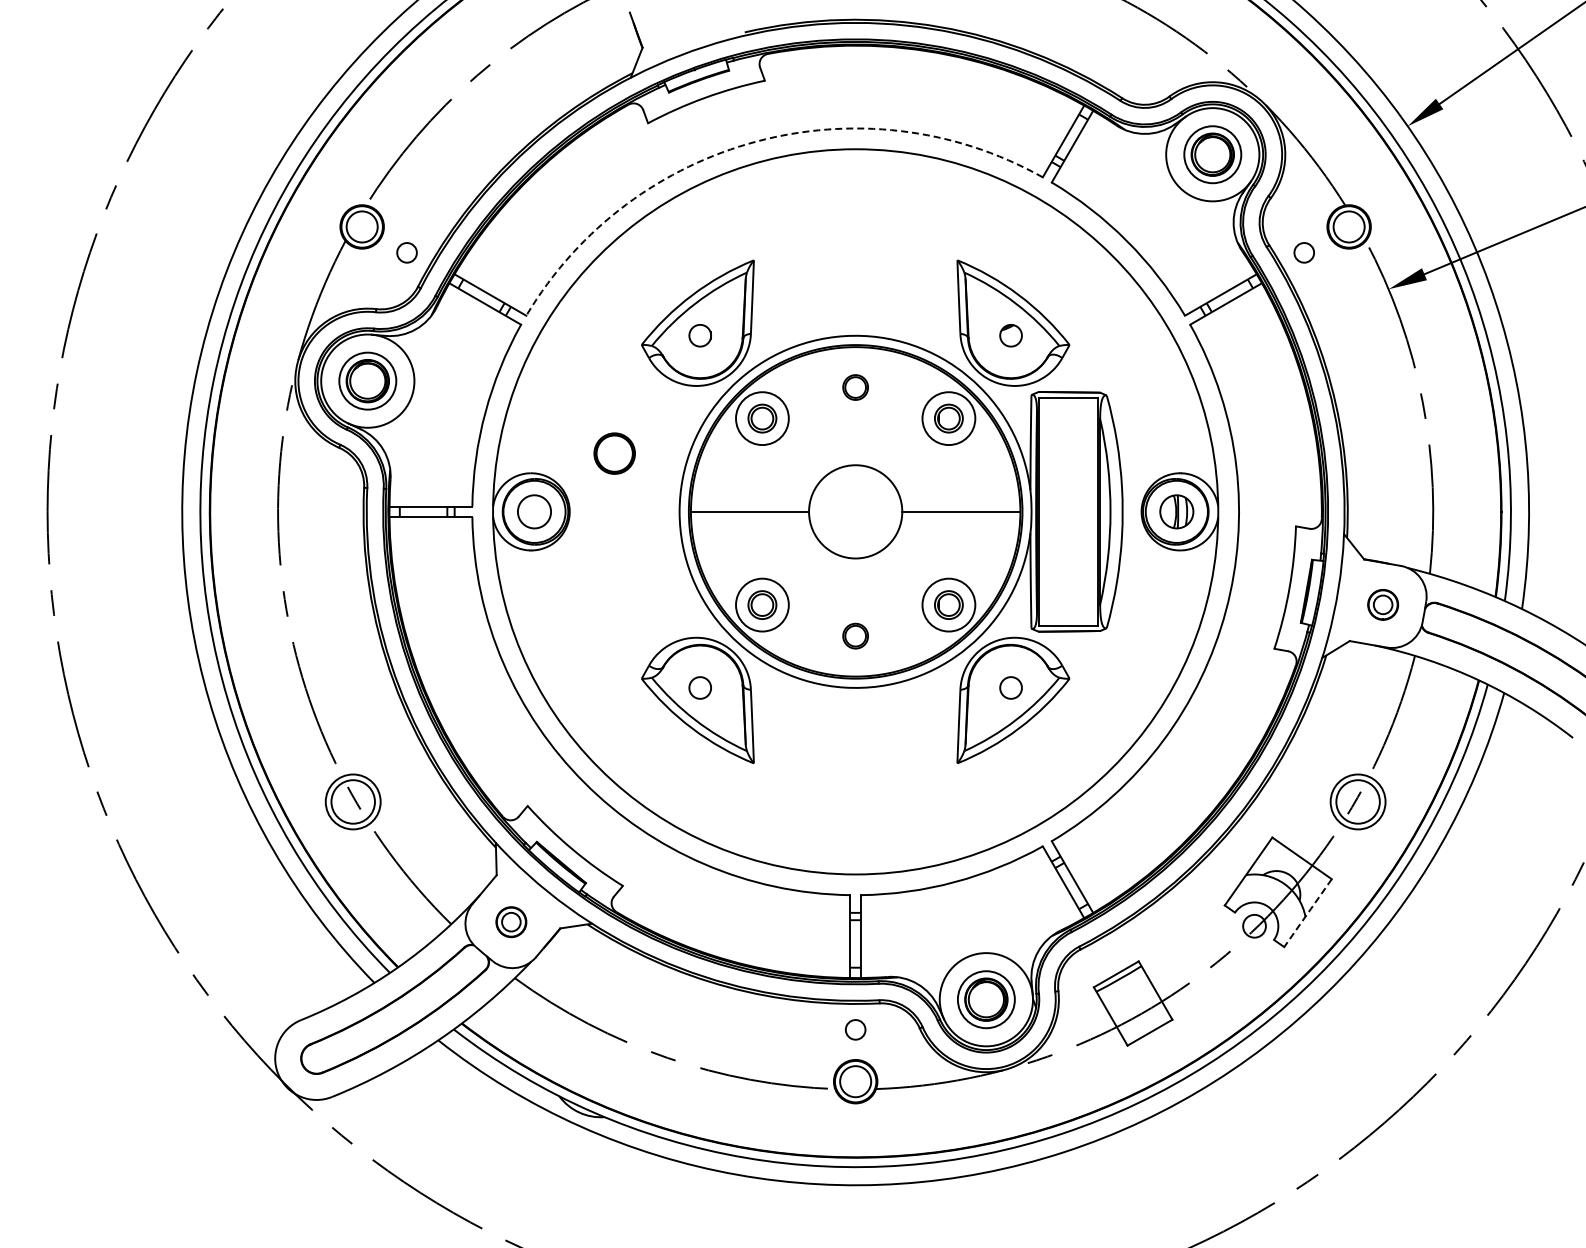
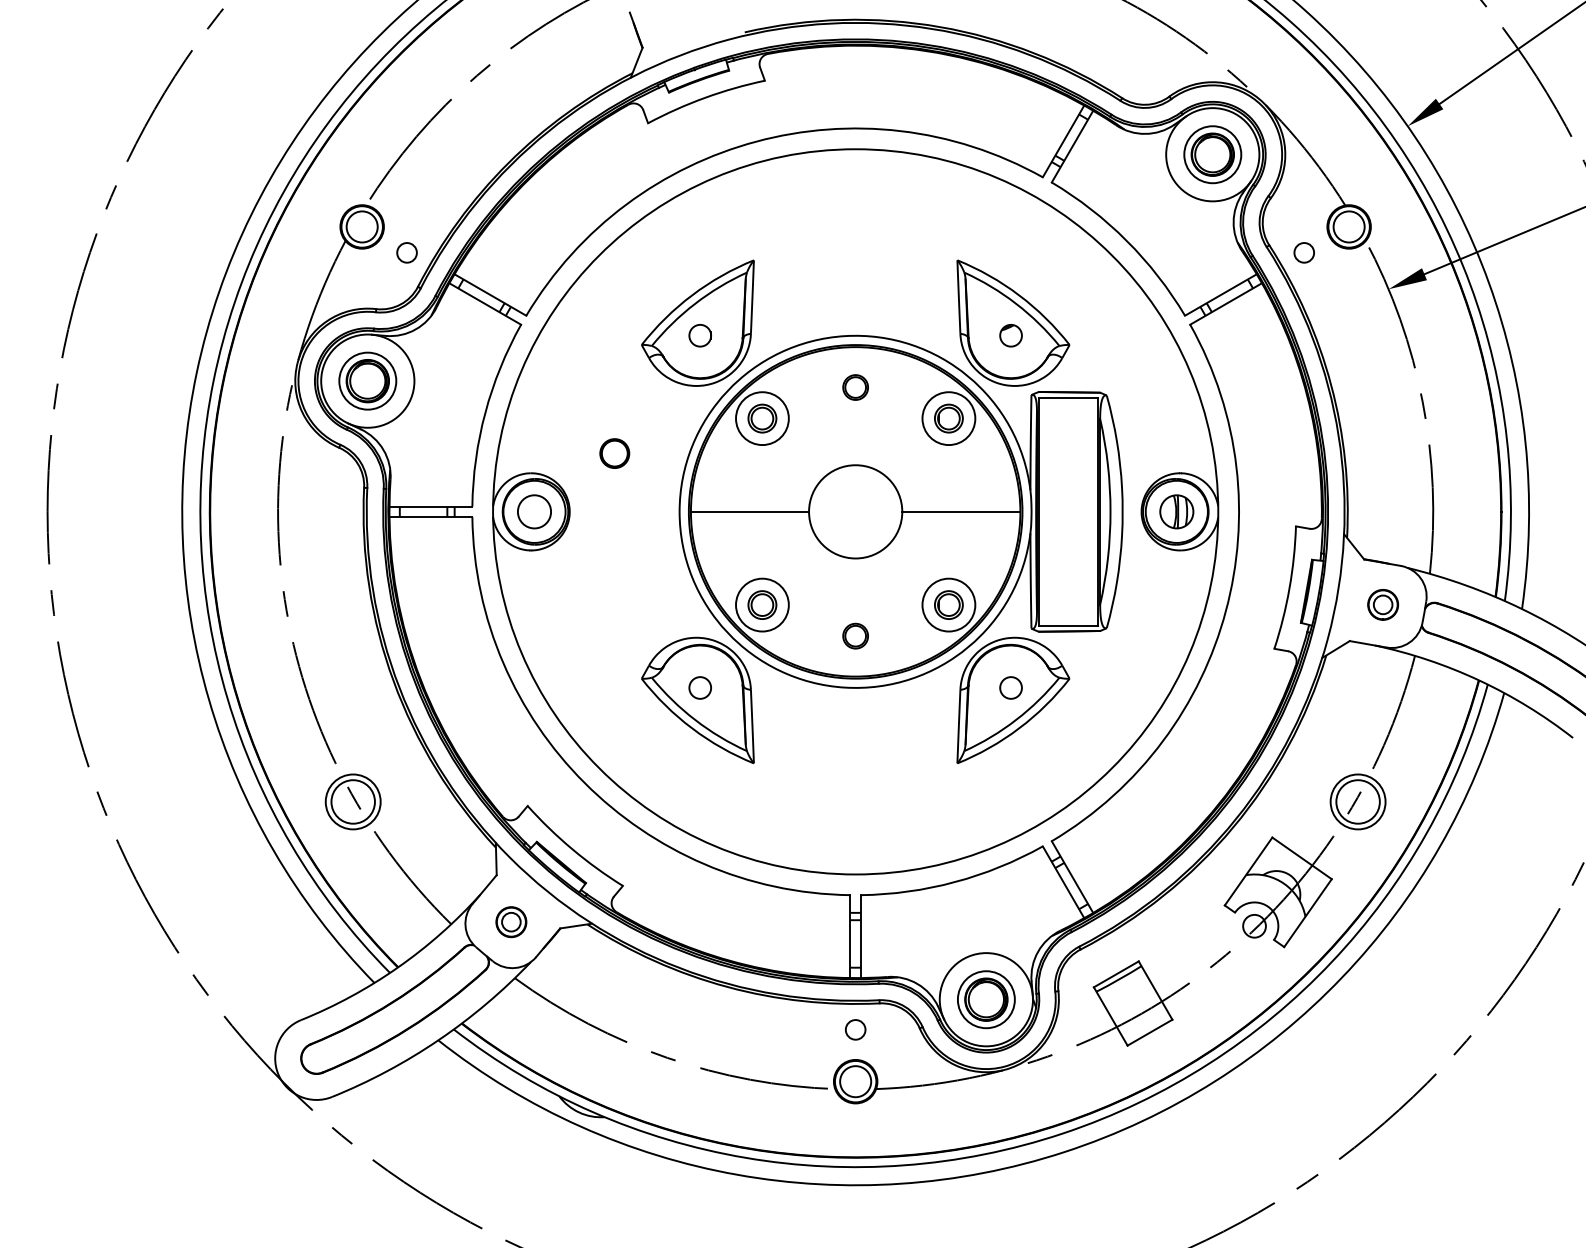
arc at (756, 141): dashed -> solid
part at (614, 453) size: 43x43 px -> 32x31 px
line at (1307, 913): dashed -> solid
